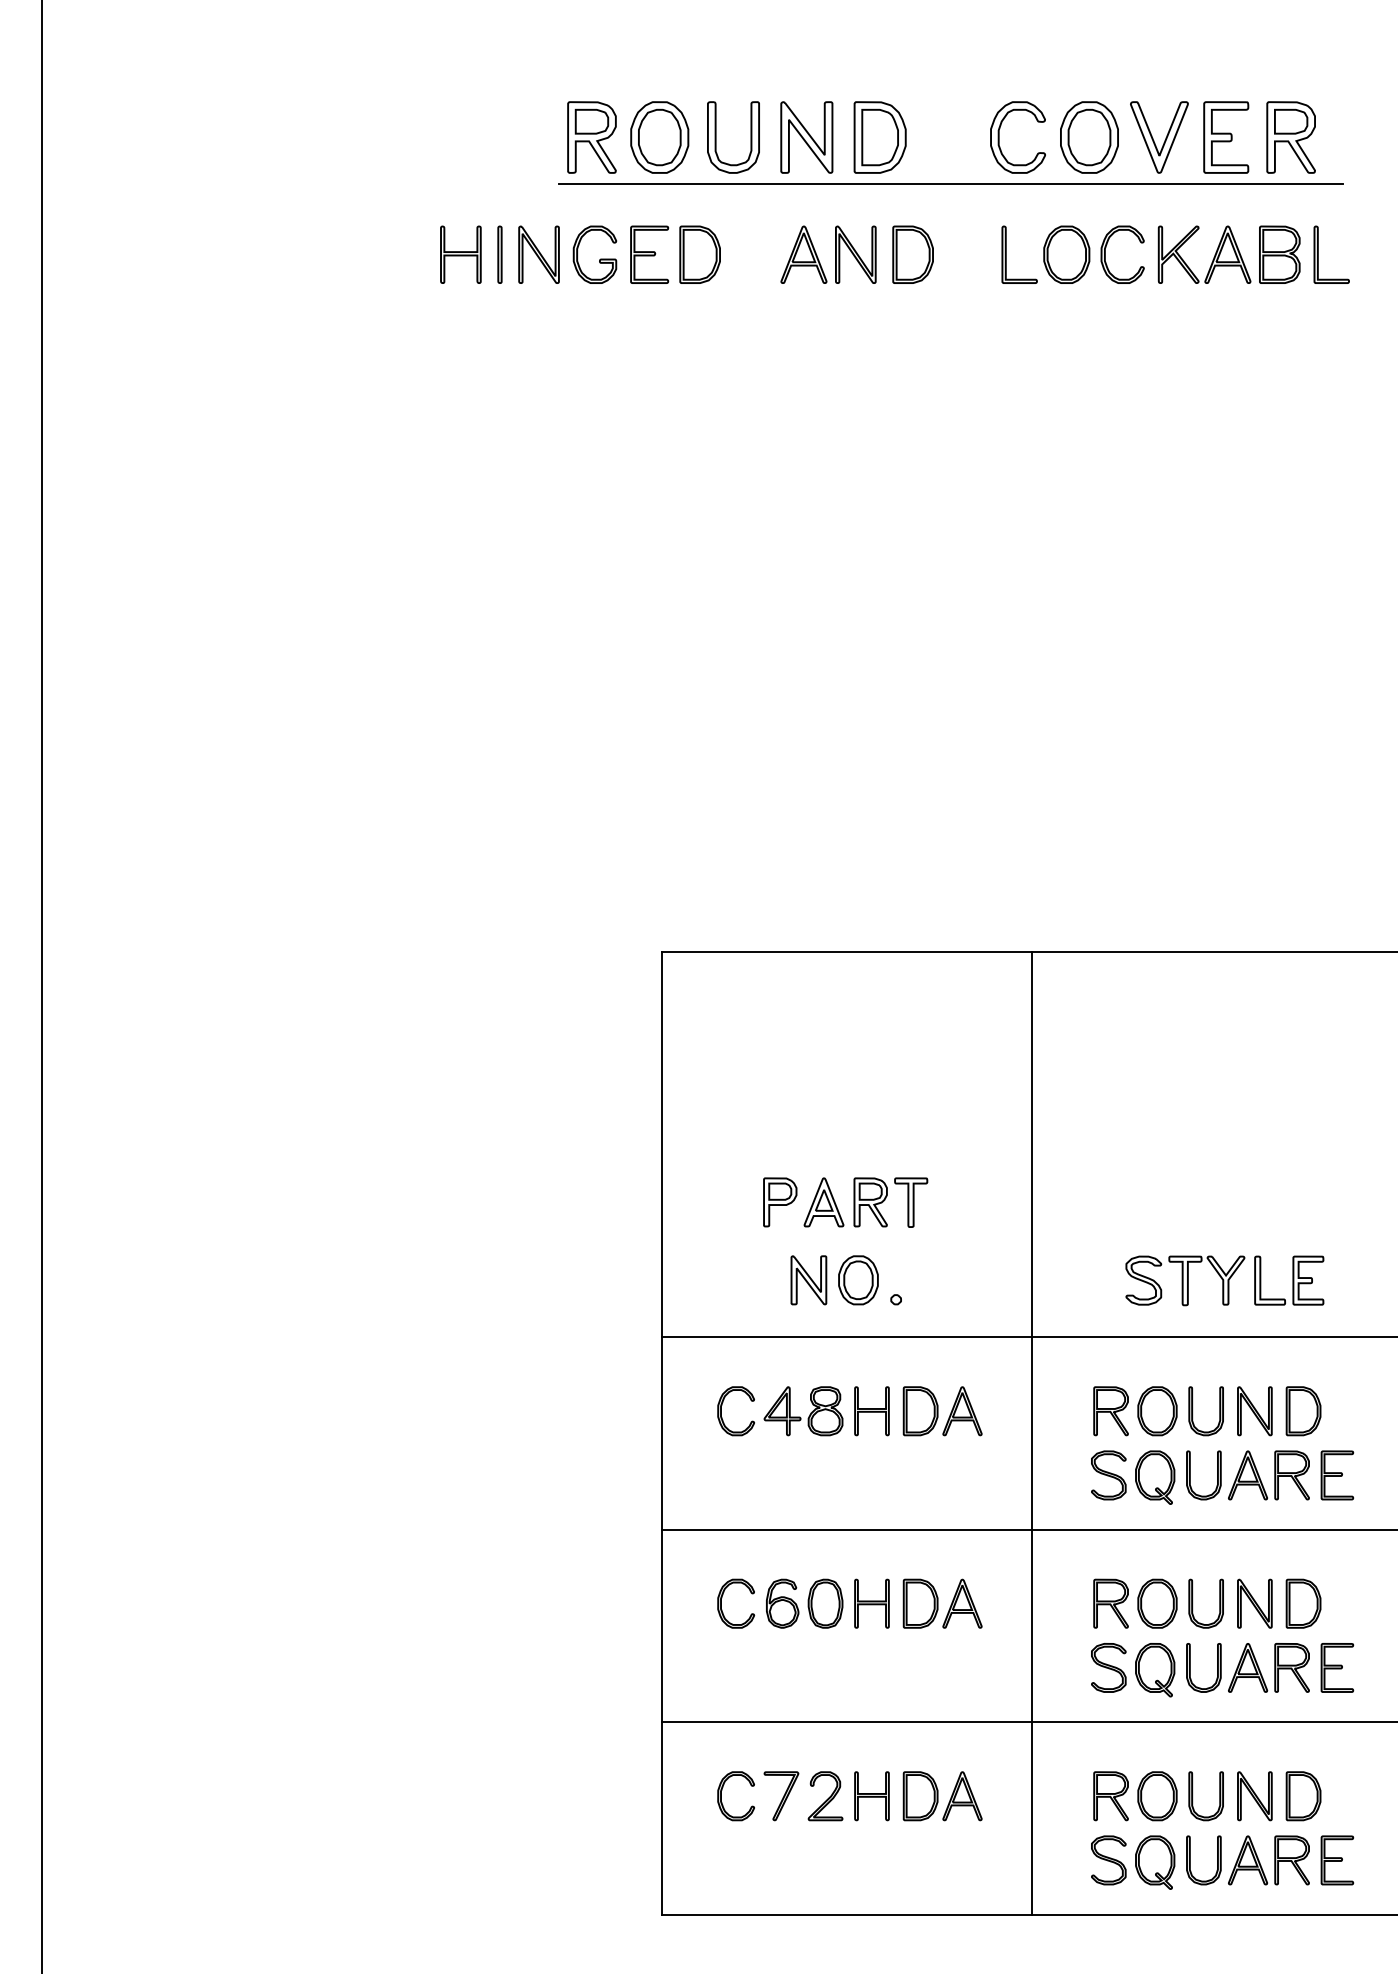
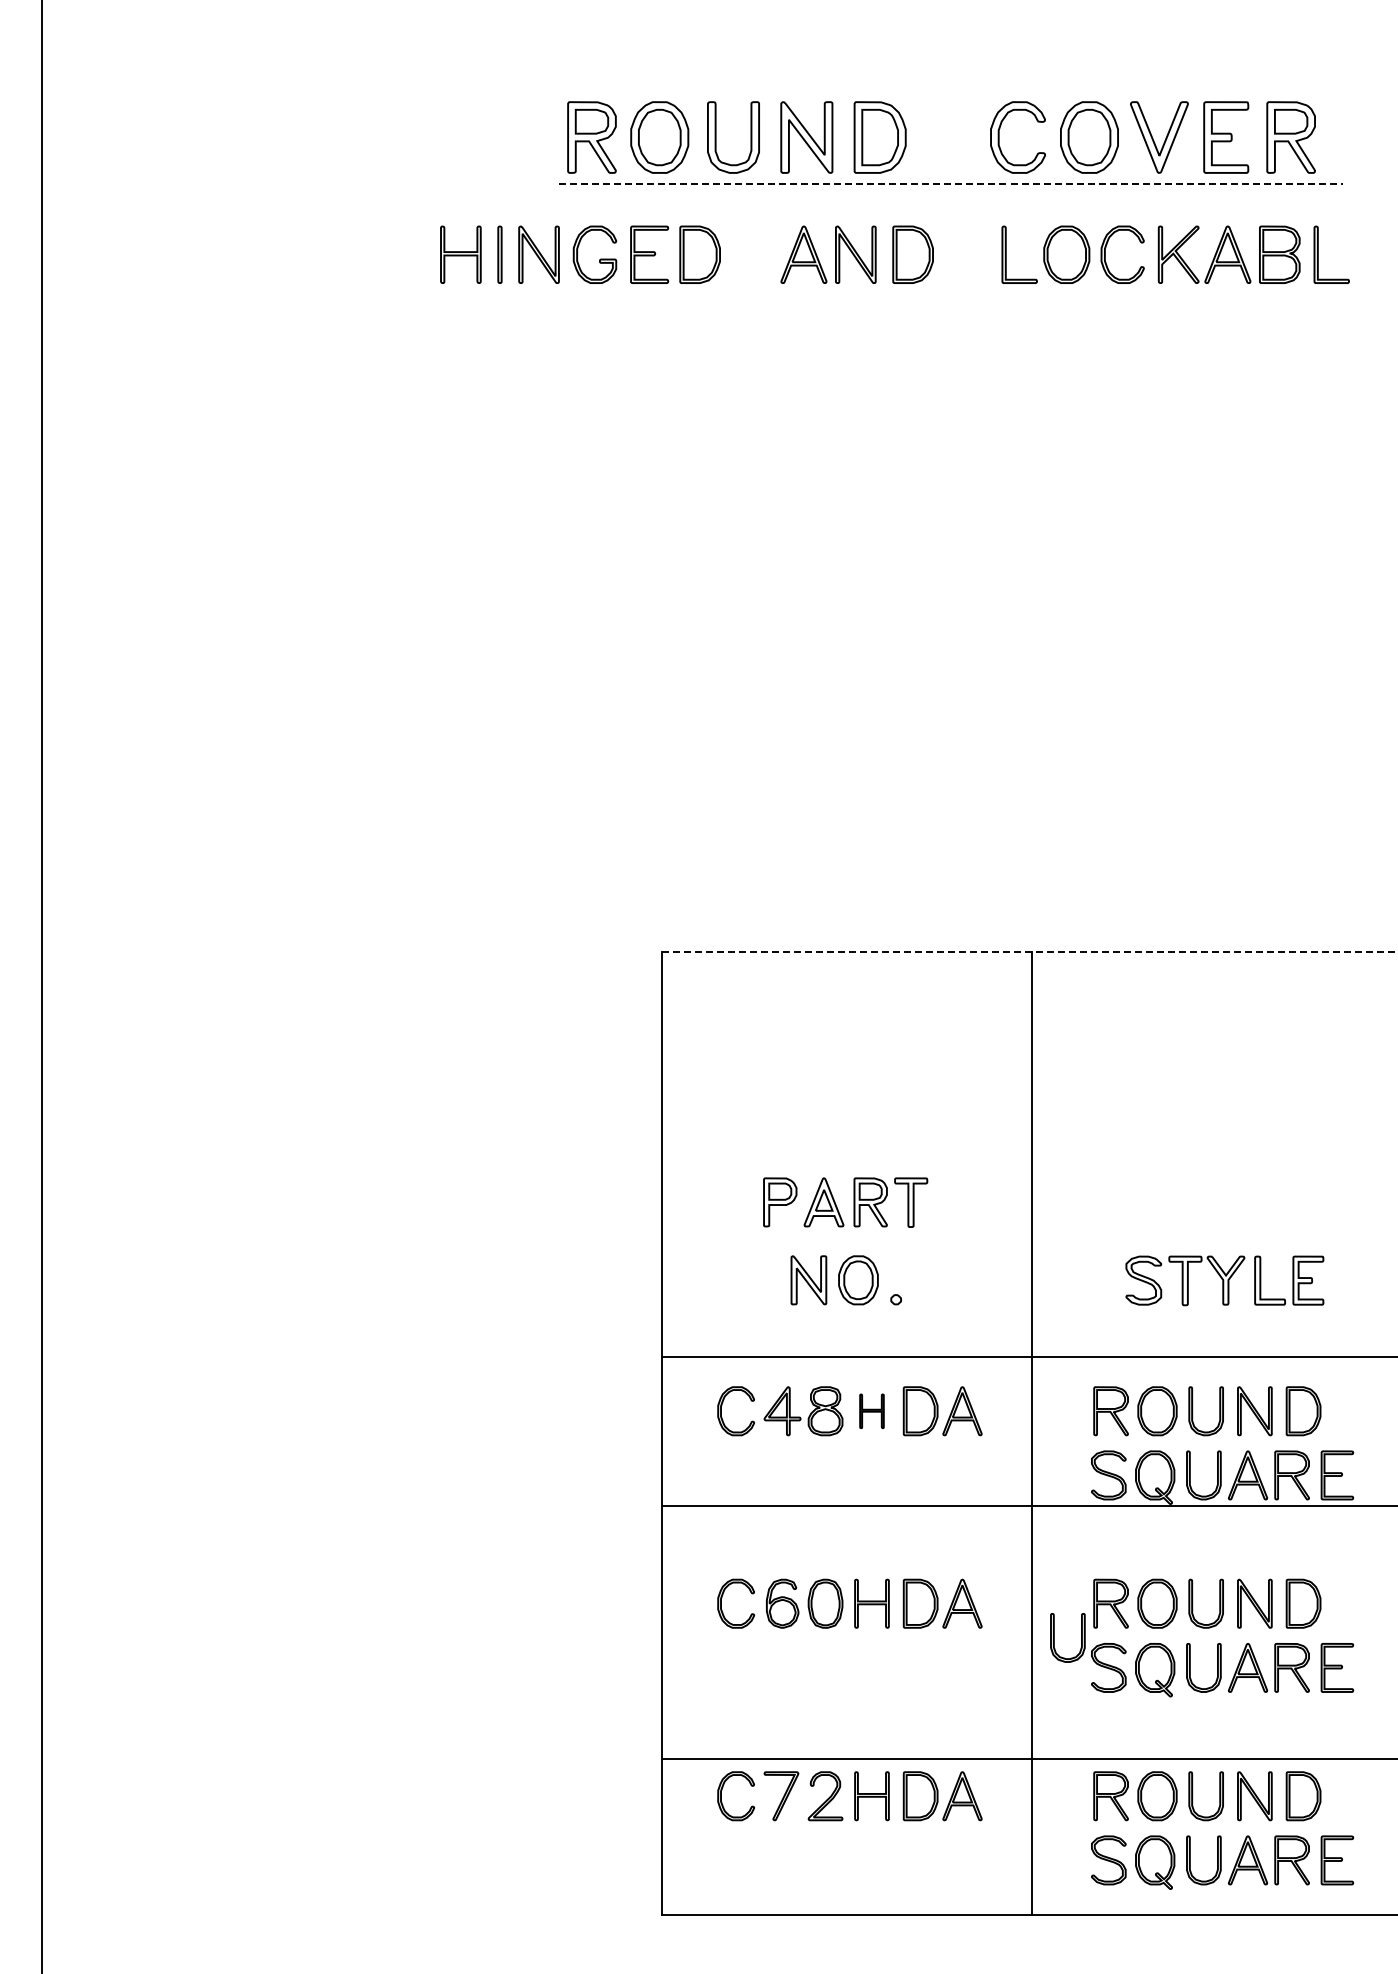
line at (951, 183): solid -> dashed
line at (1030, 952): solid -> dashed
line at (1028, 1337) position: (1028, 1337) -> (1028, 1357)
part at (871, 1411) size: 36x51 px -> 26x36 px
line at (1028, 1529) position: (1028, 1529) -> (1028, 1505)
curve at (1054, 1637): none -> present
line at (1028, 1722) position: (1028, 1722) -> (1028, 1759)
